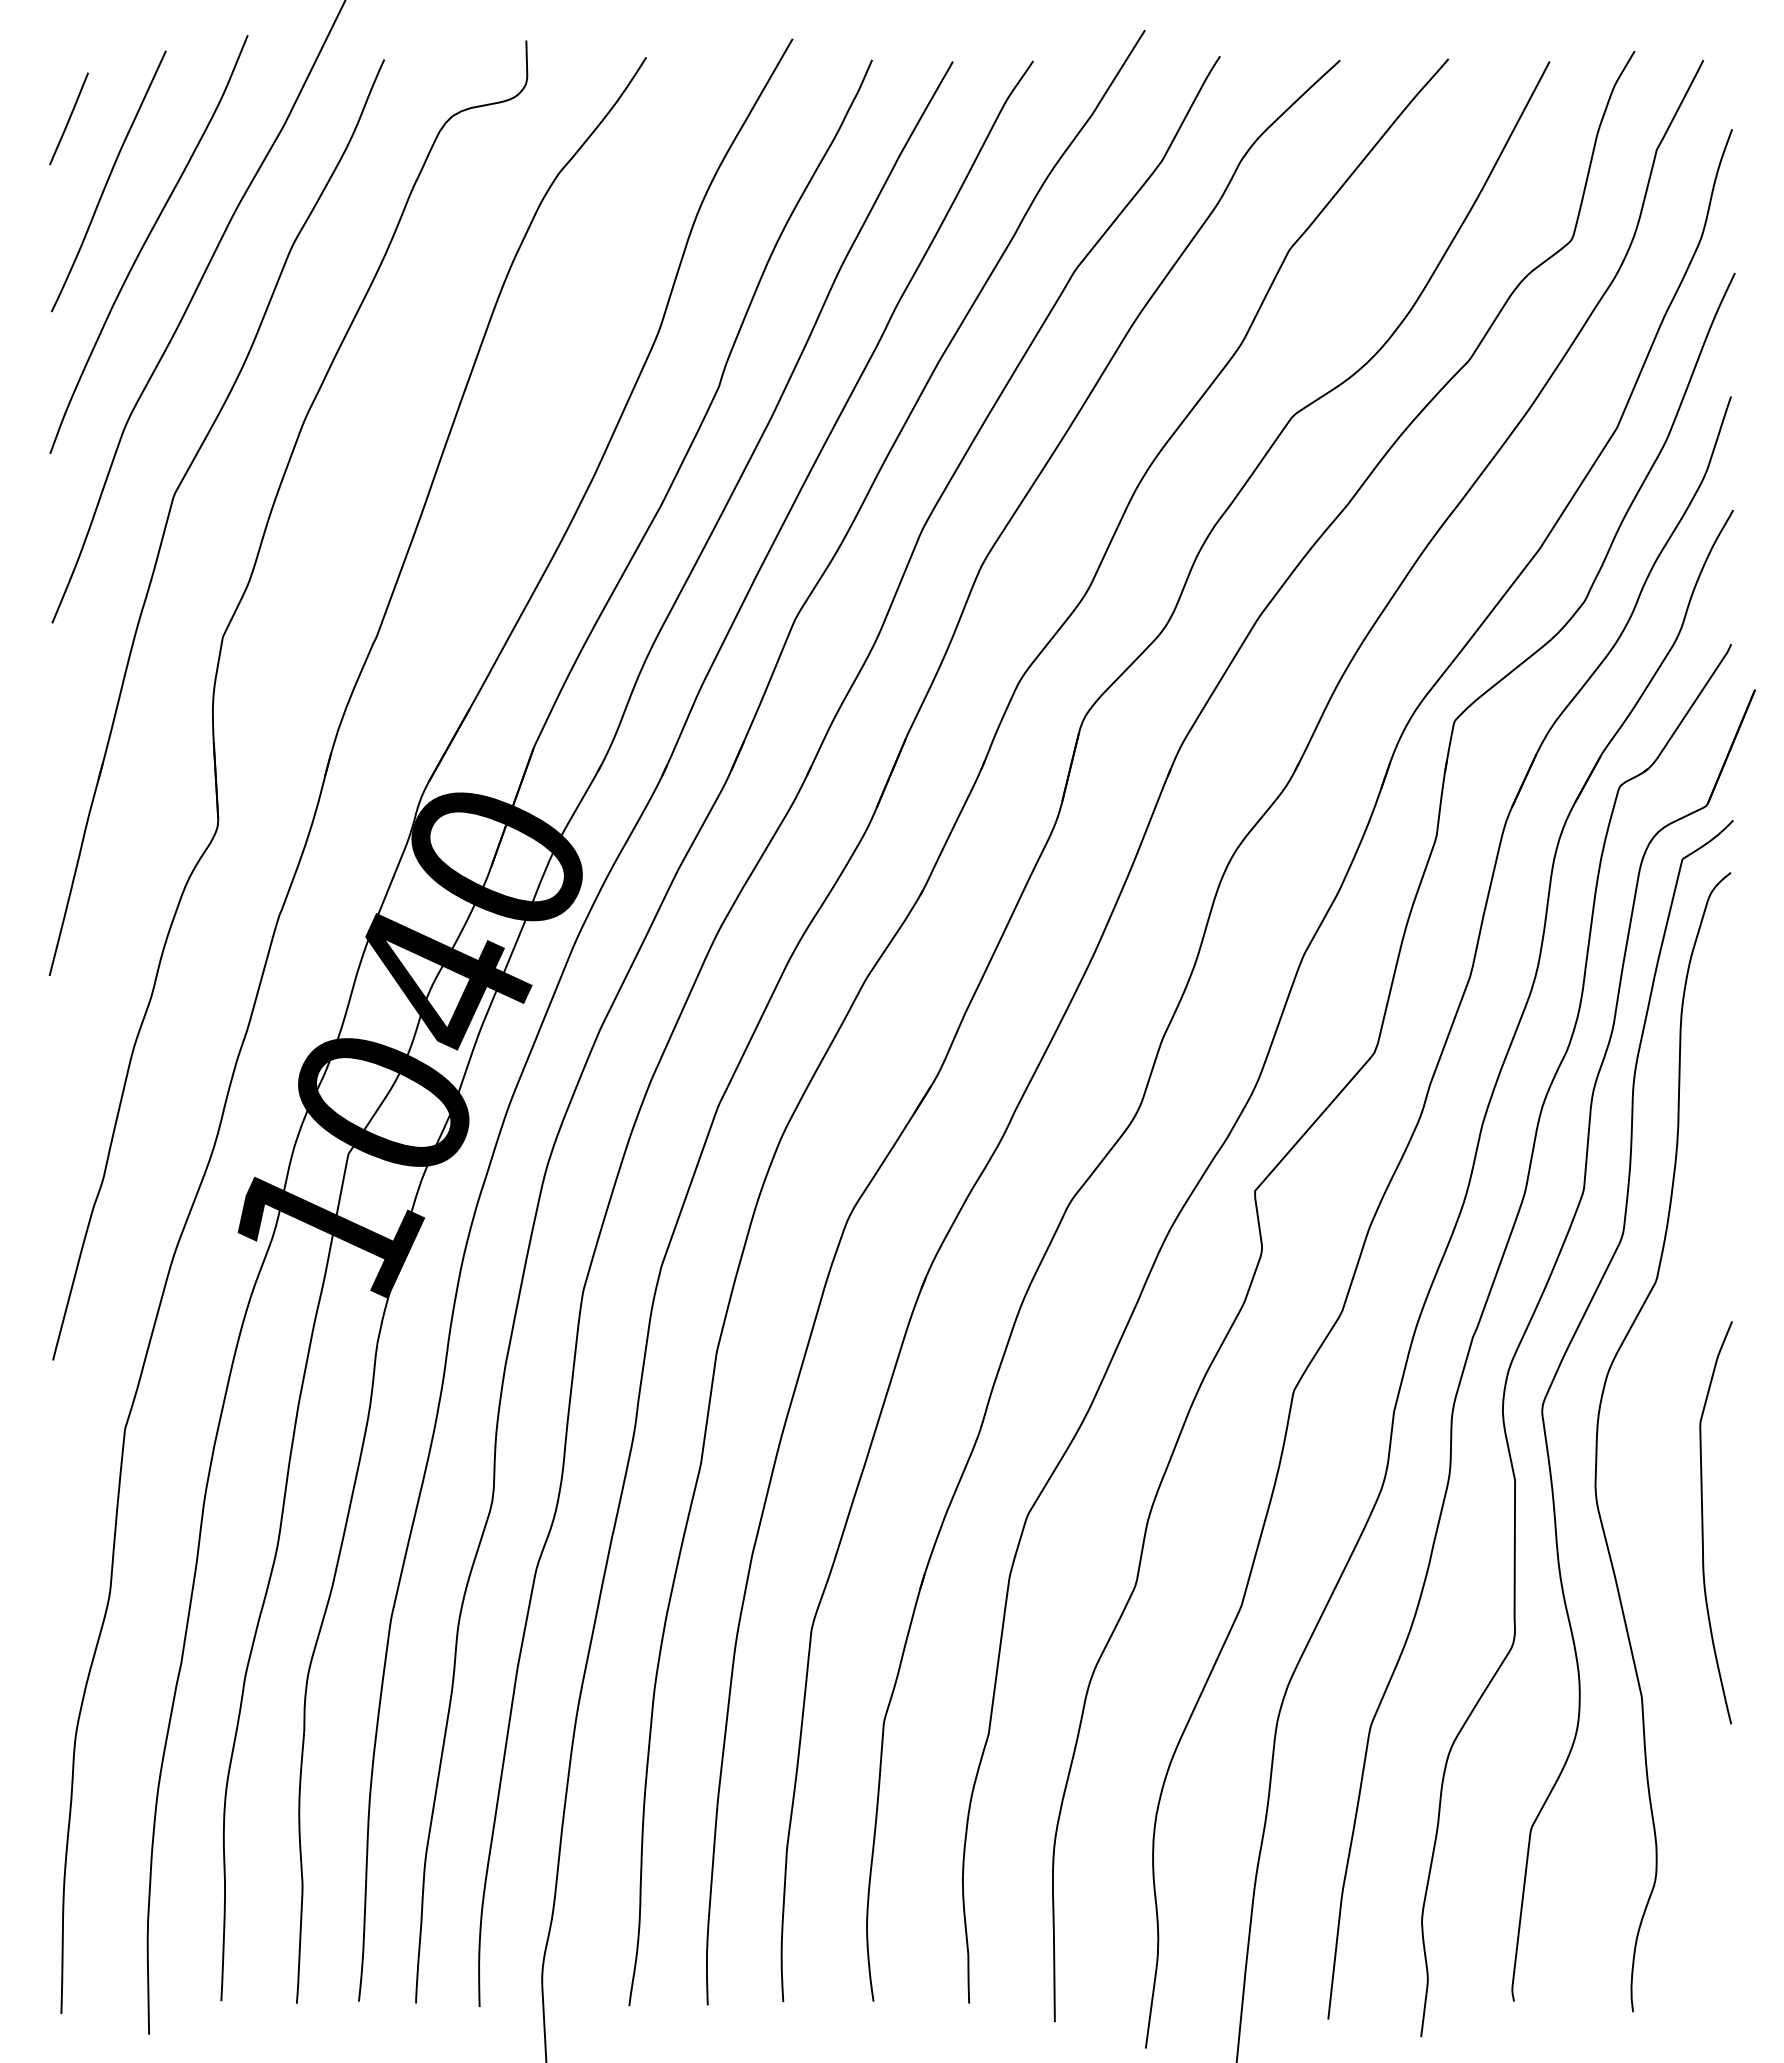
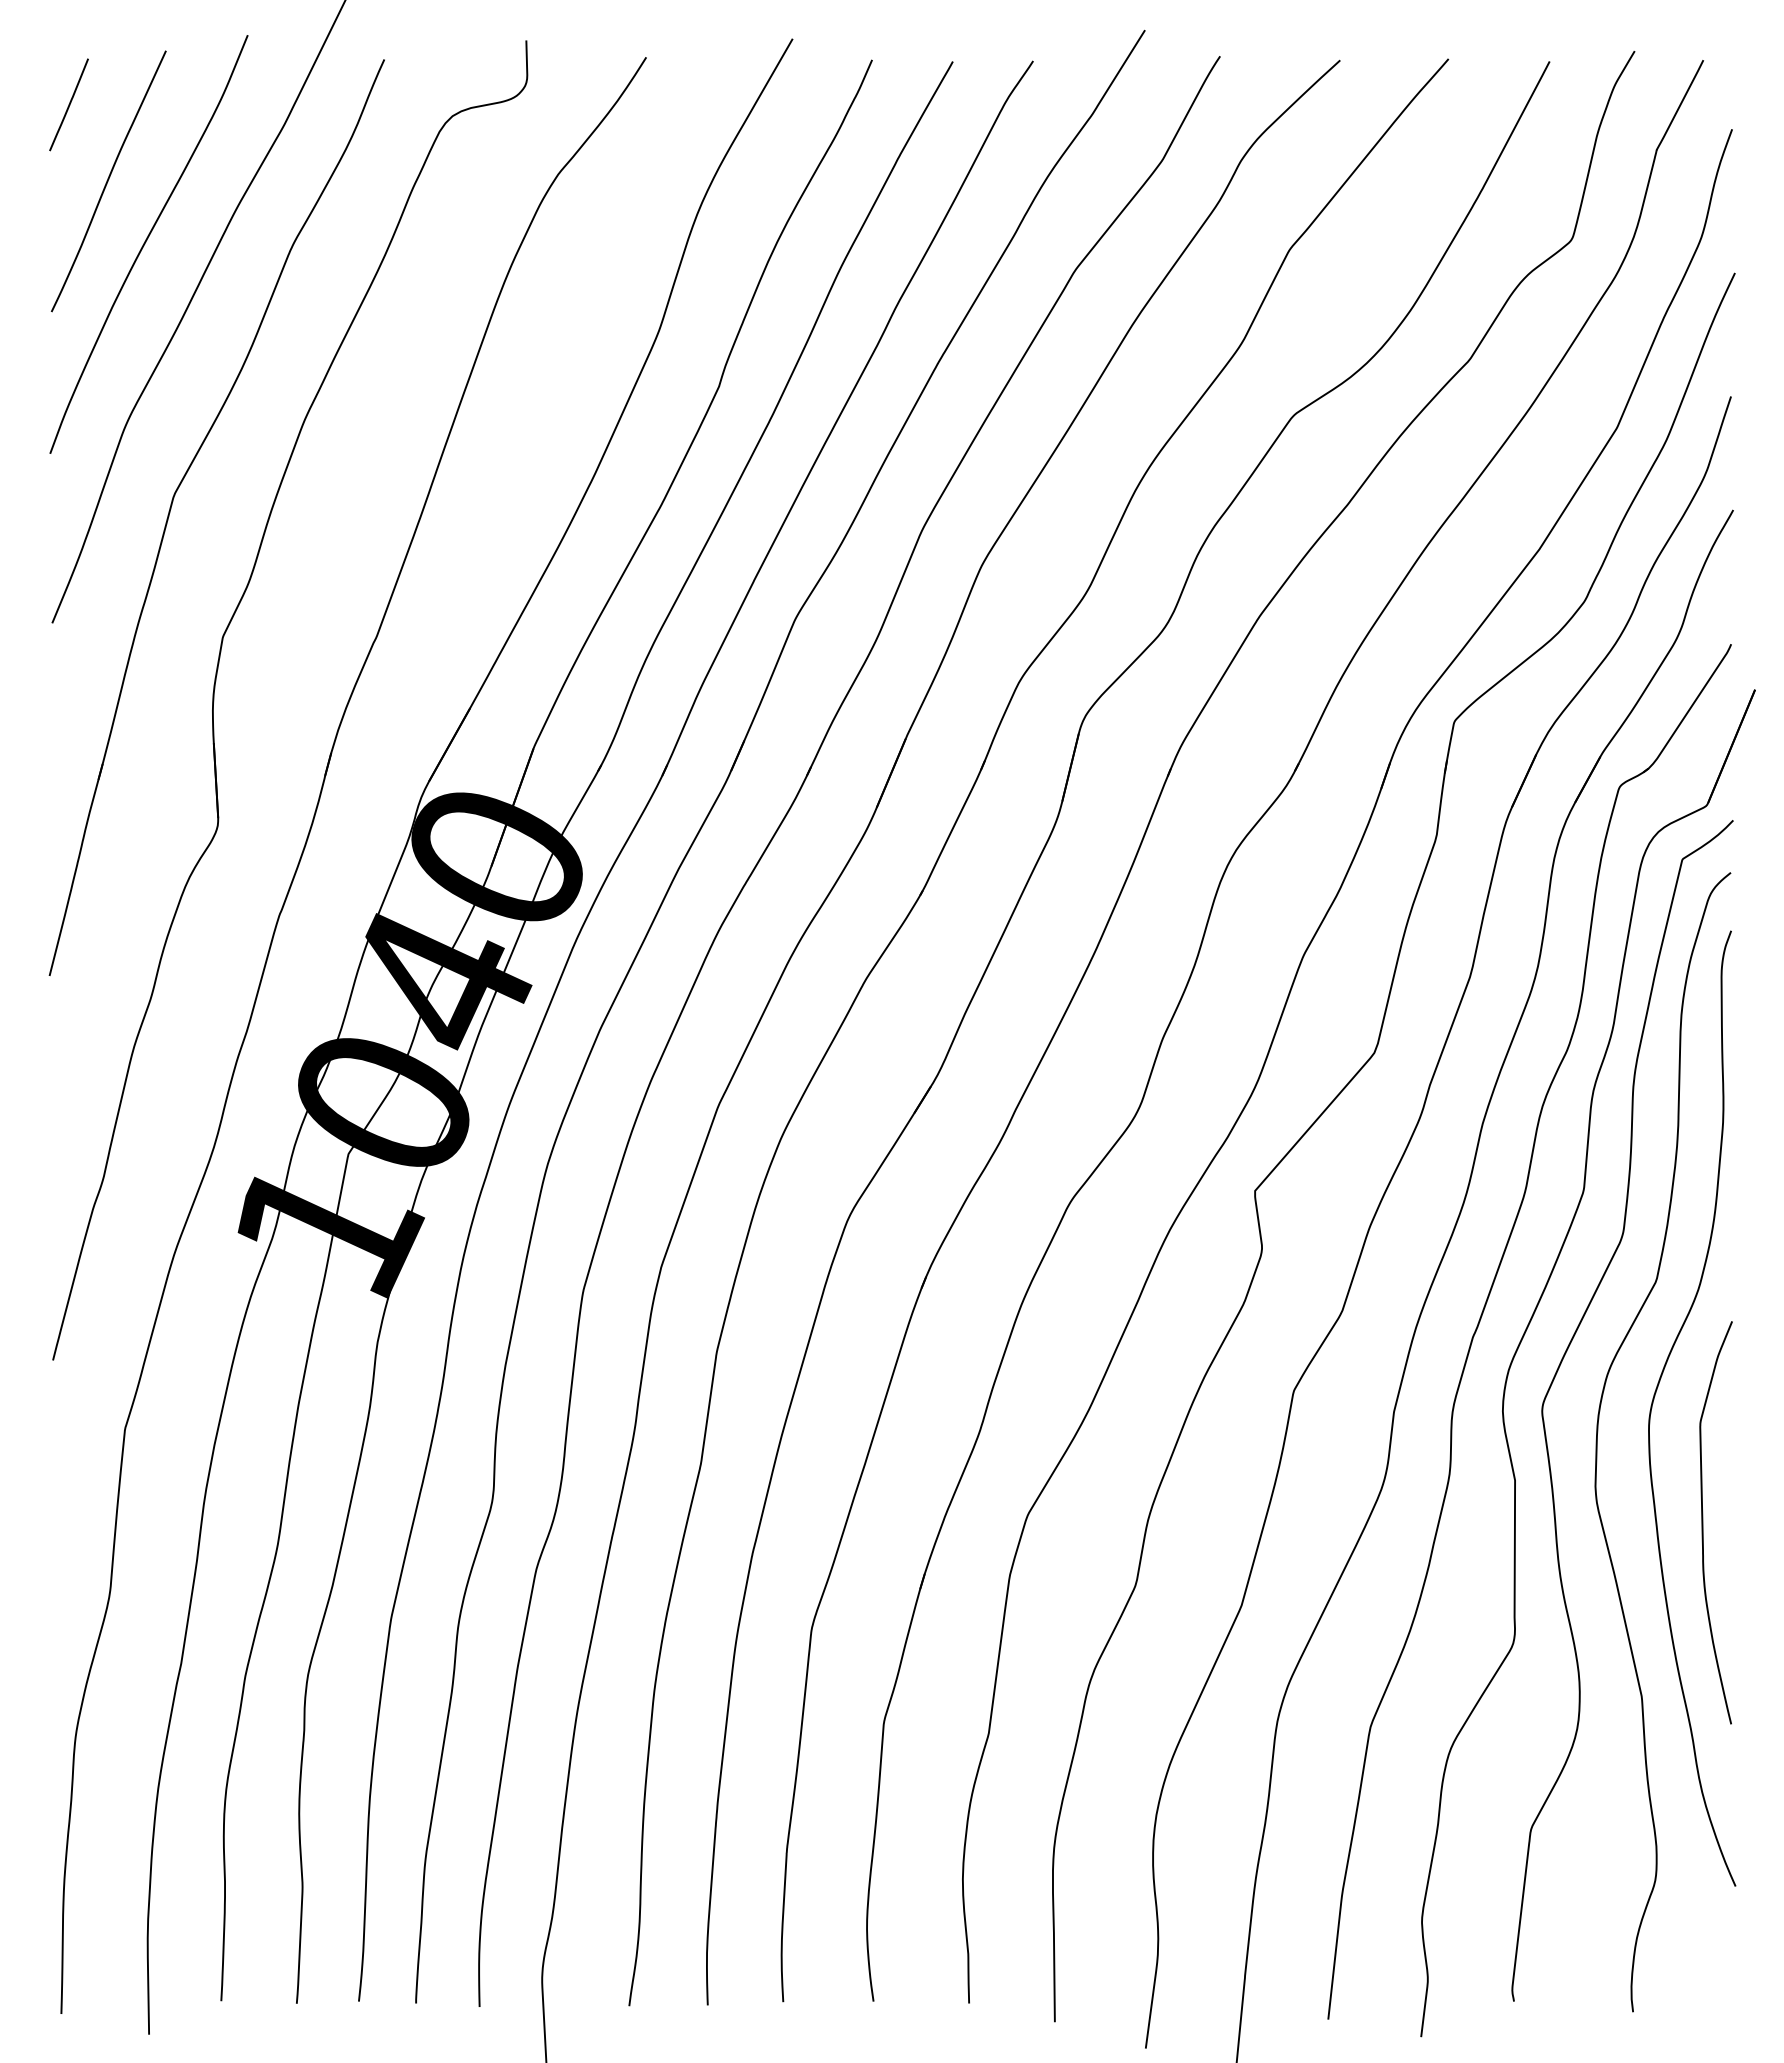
line at (68, 118) position: (68, 118) -> (68, 104)
curve at (1655, 1396): none -> present
